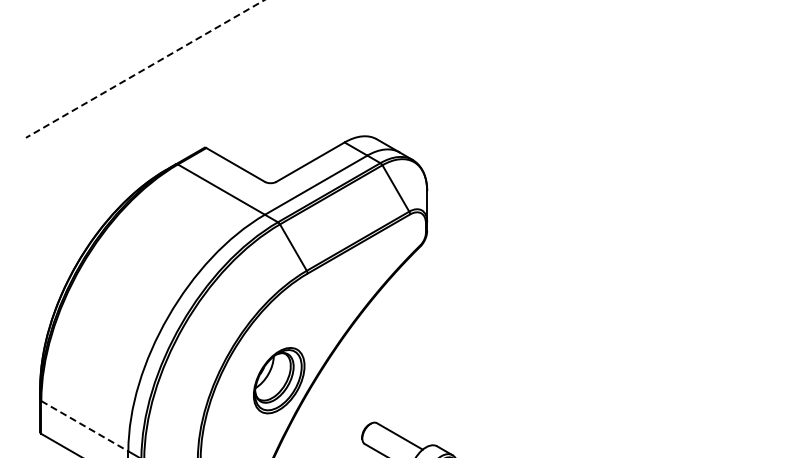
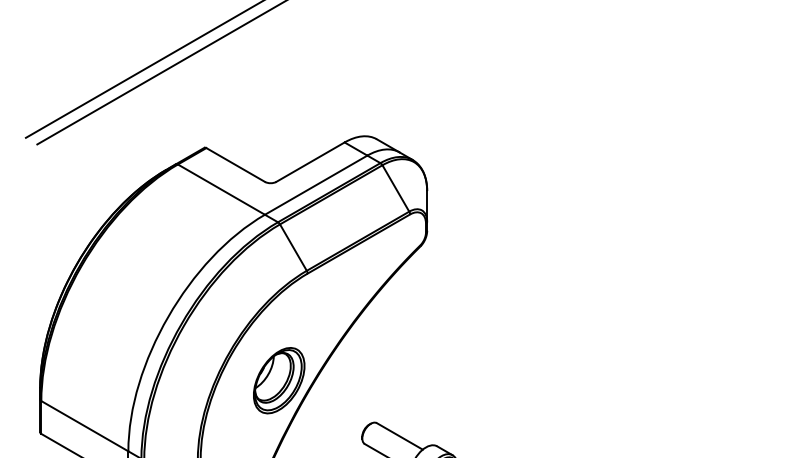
line at (144, 69): dashed -> solid
line at (160, 73): none -> present
line at (85, 426): dashed -> solid
